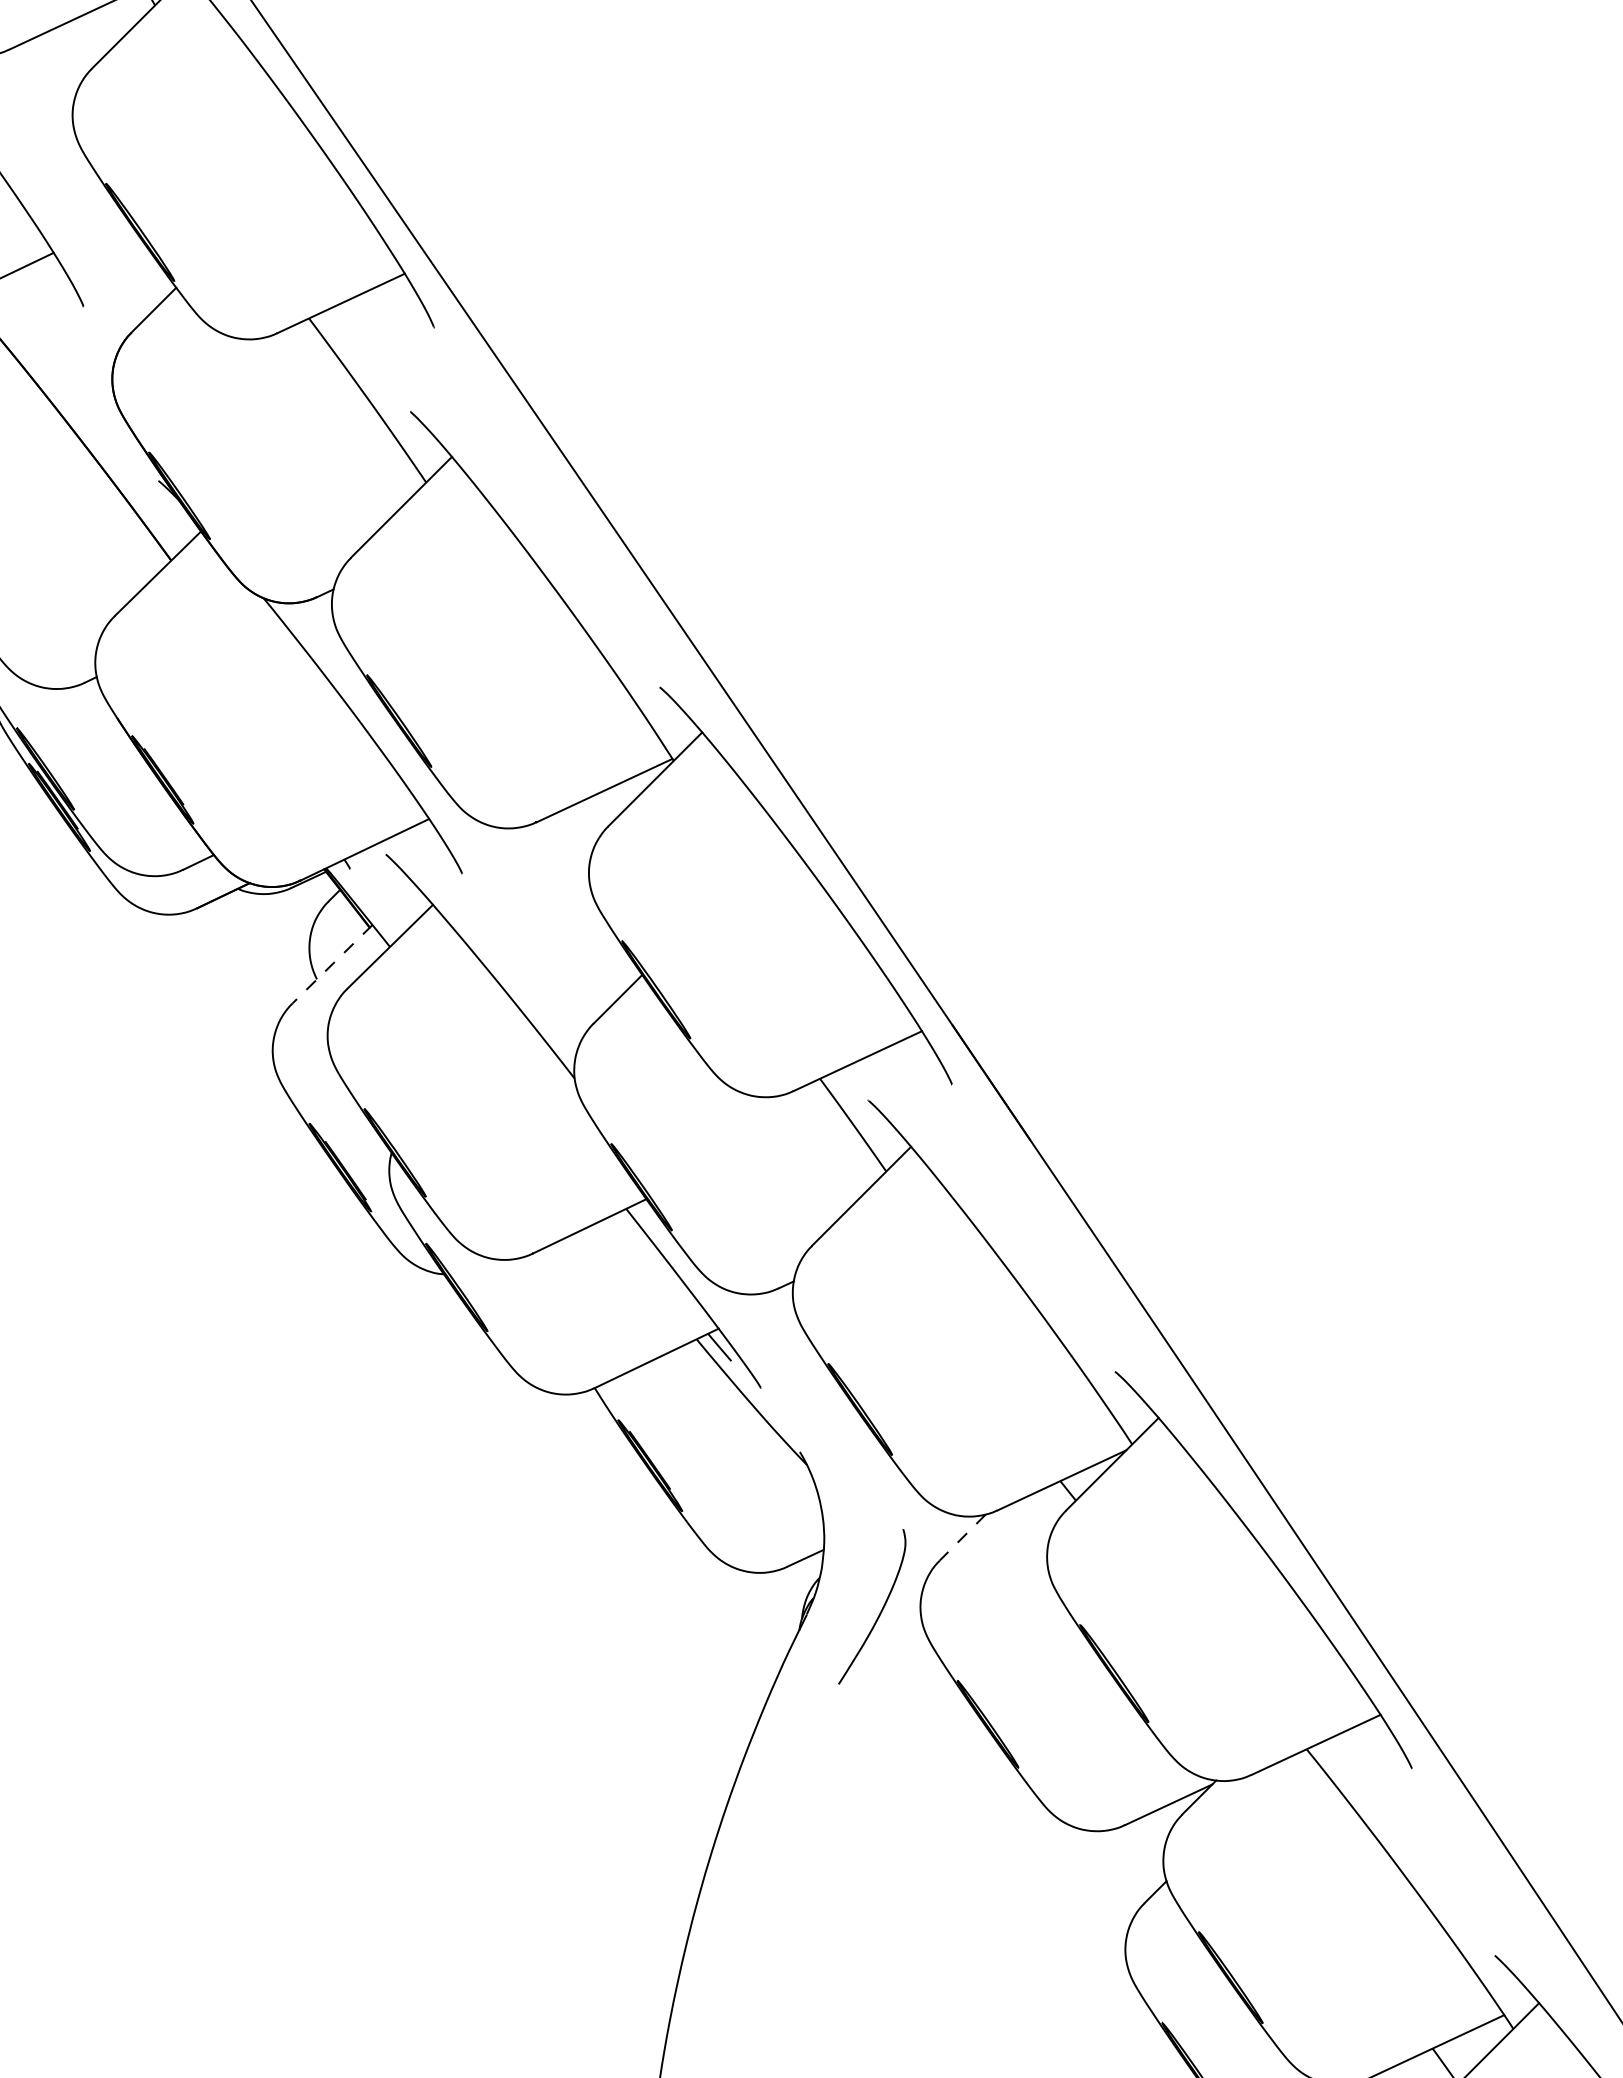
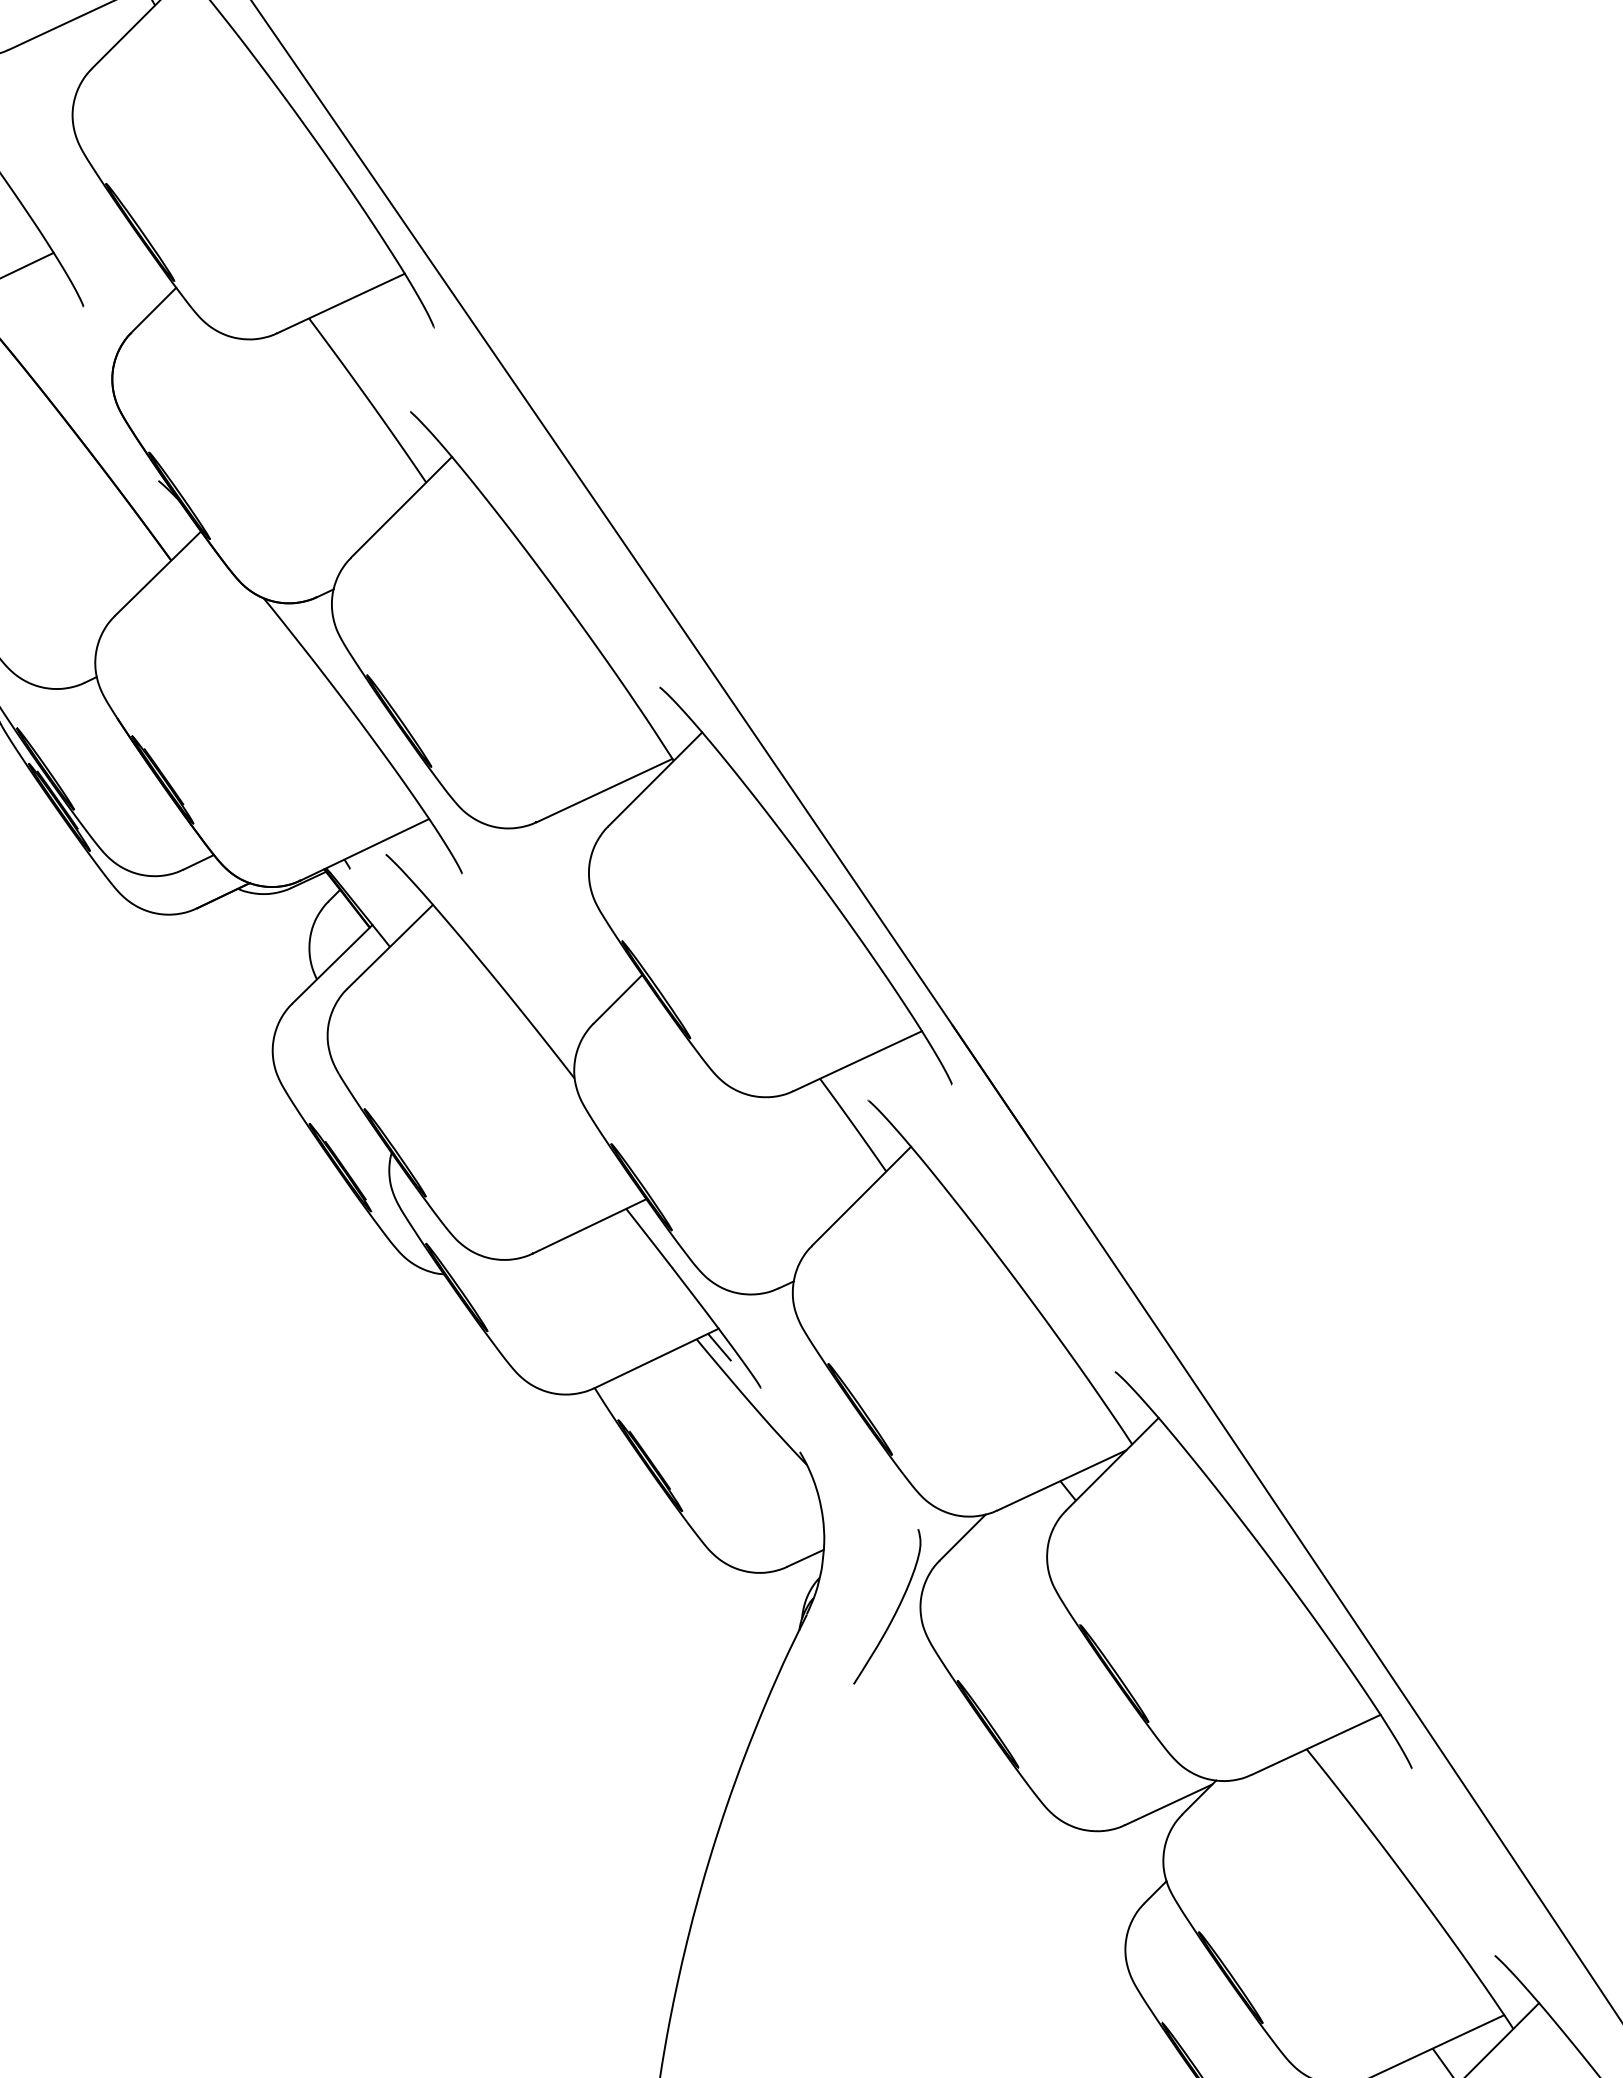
line at (332, 964): dashed -> solid
line at (962, 1537): dashed -> solid
curve at (880, 1611) position: (880, 1611) -> (895, 1611)
